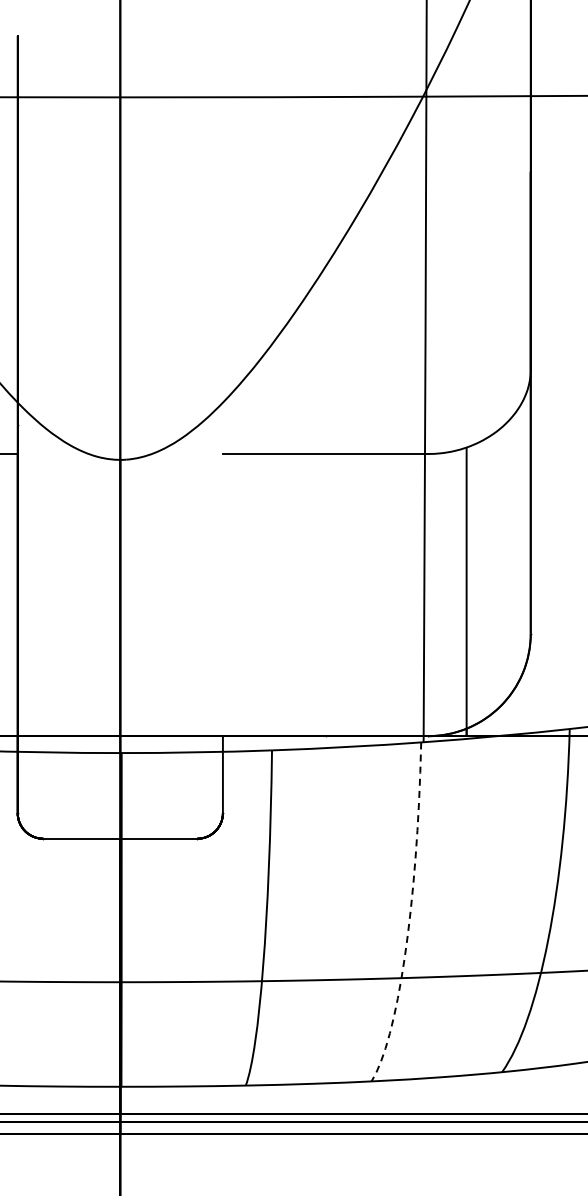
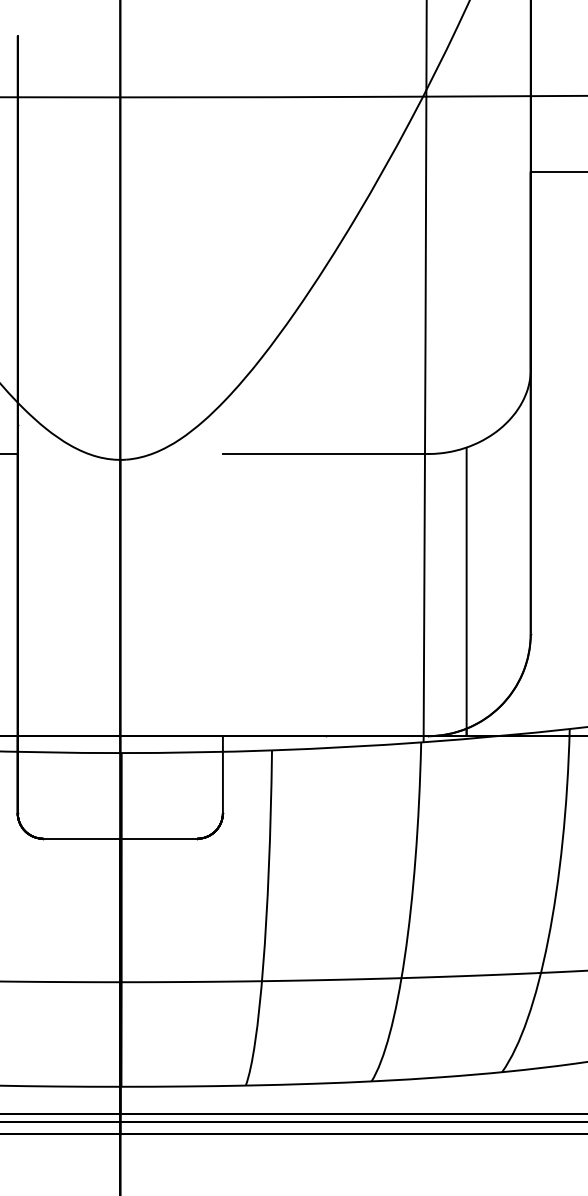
line at (557, 171): none -> present
arc at (409, 922): dashed -> solid
